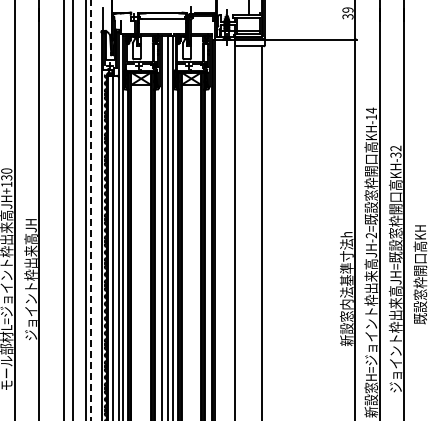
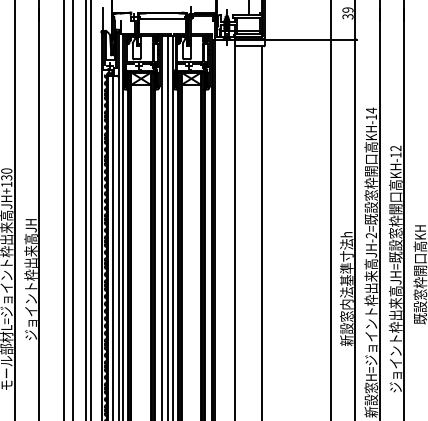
text at (395, 154): KH-32 -> KH-12
line at (330, 209): none -> present
line at (90, 210): dashed -> solid
